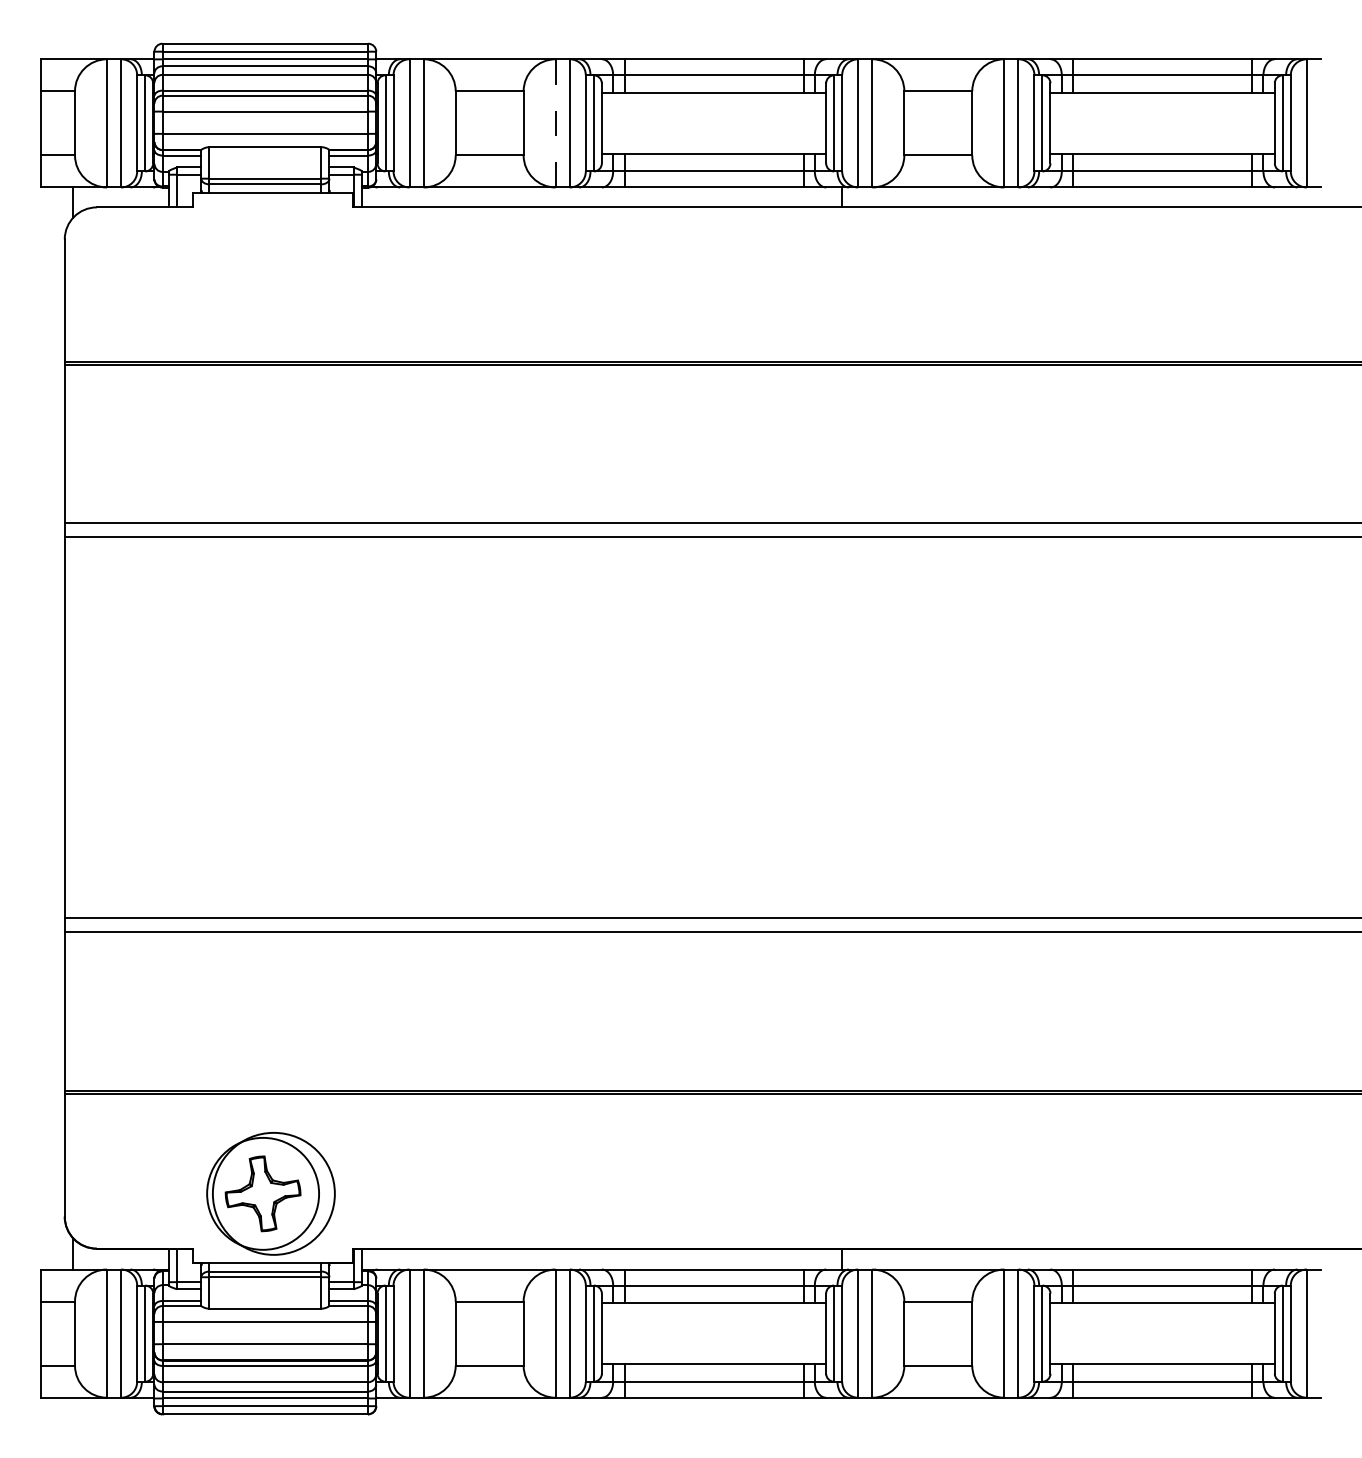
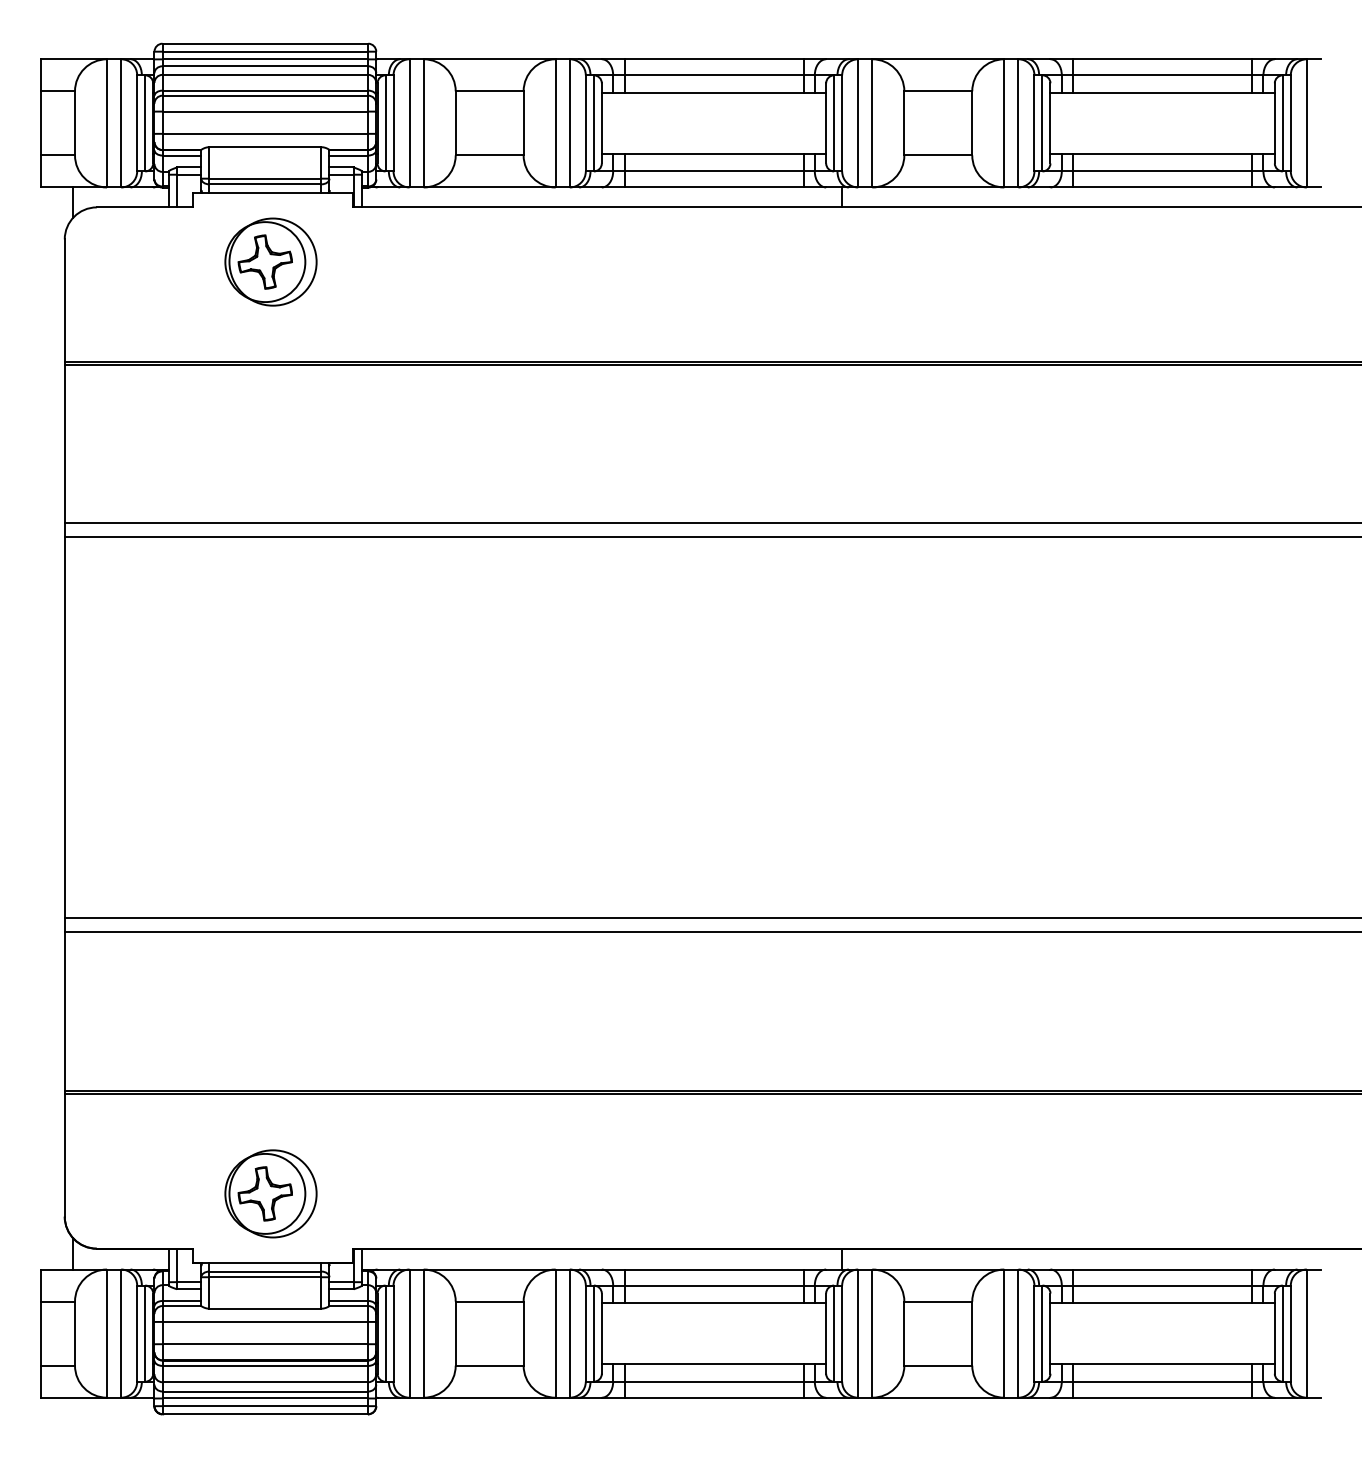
line at (555, 123): dashed -> solid
part at (270, 261): none -> present
part at (270, 1193) size: 130x124 px -> 94x90 px
